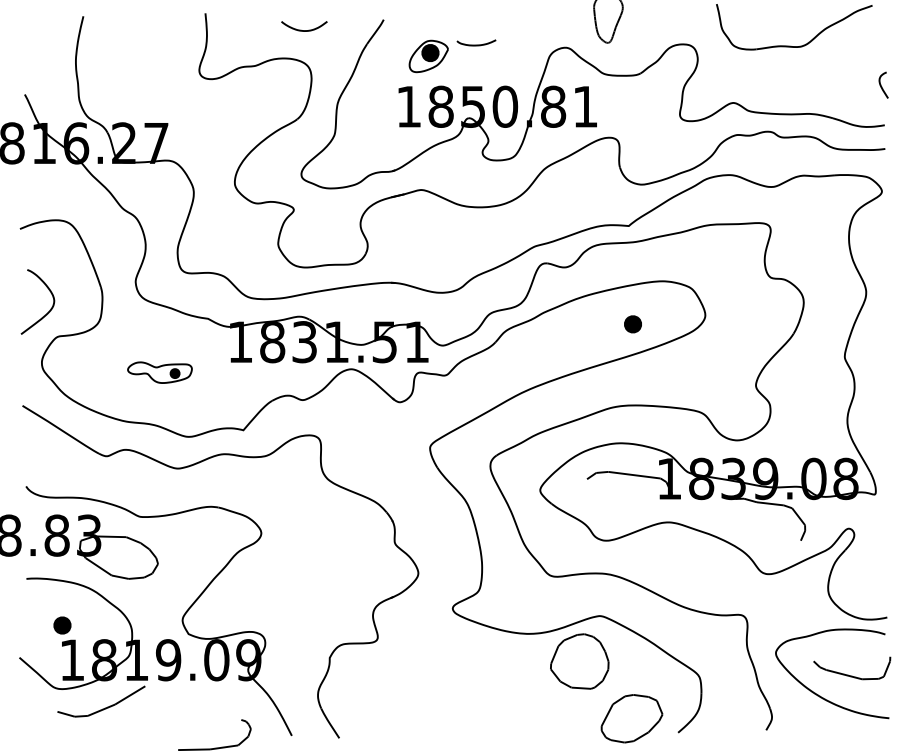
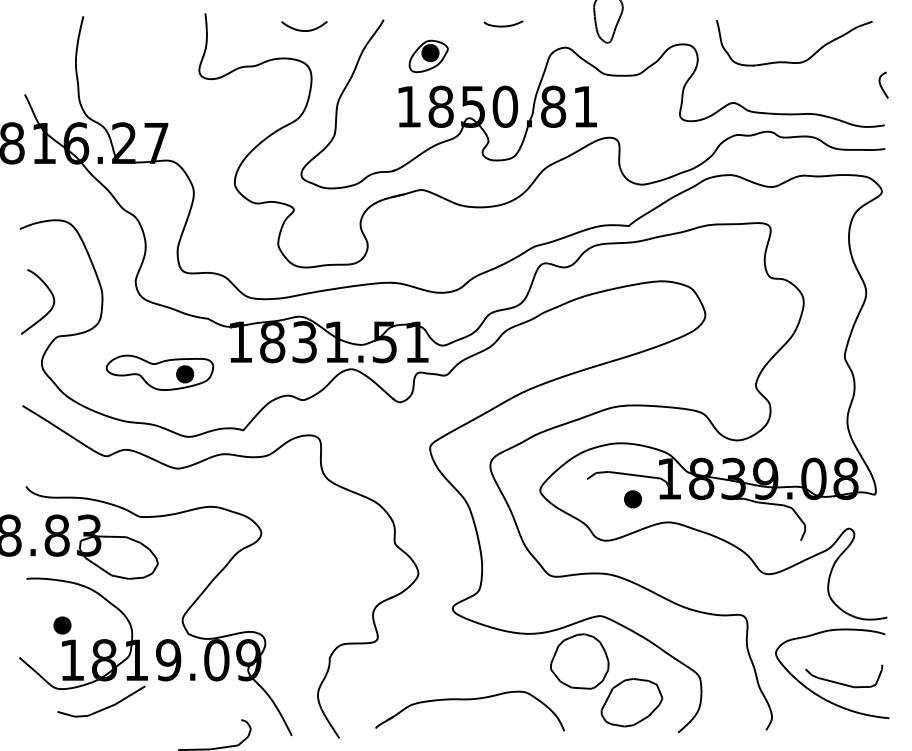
curve at (476, 44) position: (476, 44) -> (503, 25)
part at (790, 45) position: (790, 45) -> (790, 61)
part at (632, 324) position: (632, 324) -> (632, 499)
part at (159, 372) size: 66x23 px -> 110x37 px
part at (852, 675) position: (852, 675) -> (844, 683)
part at (469, 700): none -> present
part at (631, 718) position: (631, 718) -> (631, 702)
